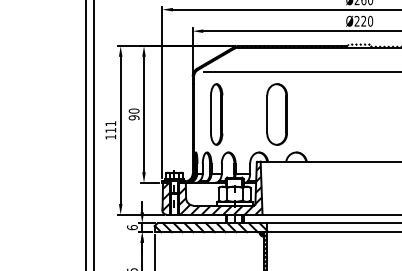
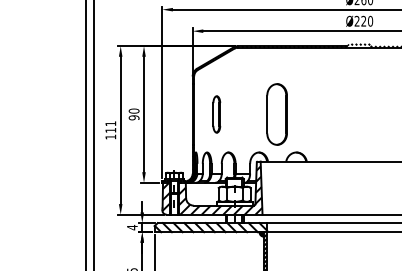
line at (301, 71): present -> none
part at (216, 114) size: 14x63 px -> 10x39 px
text at (132, 227): 6 -> 4
